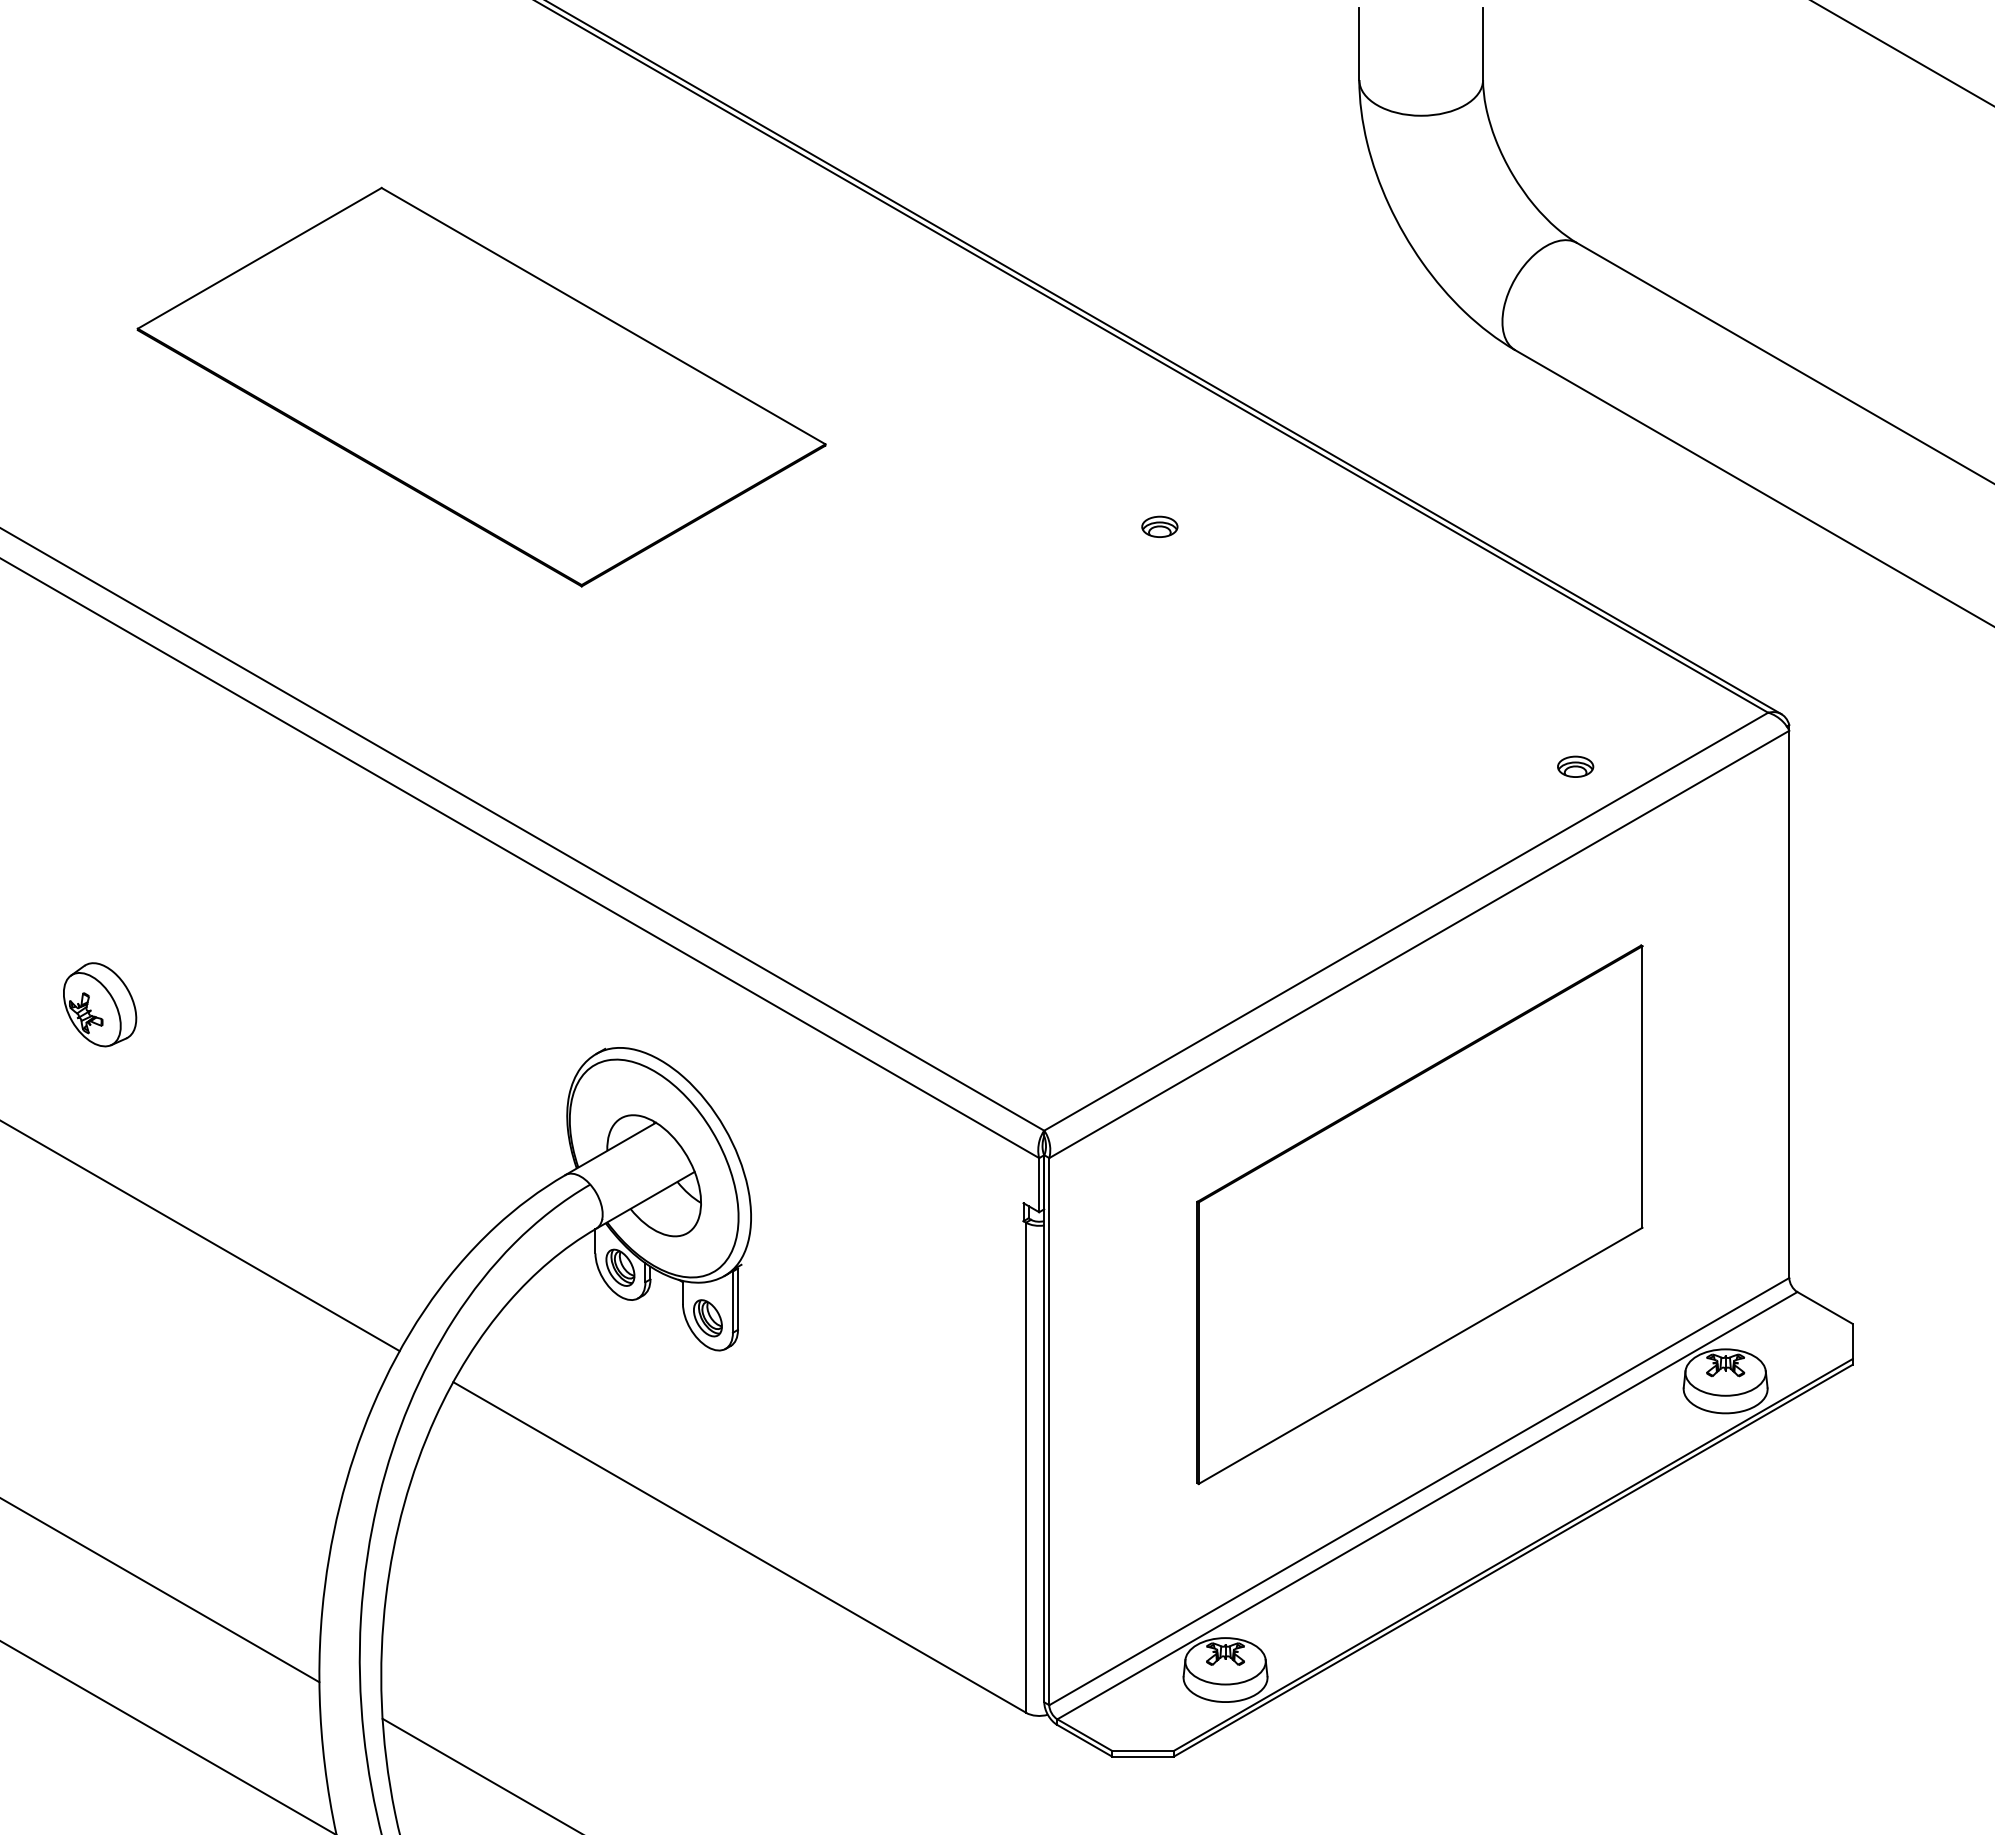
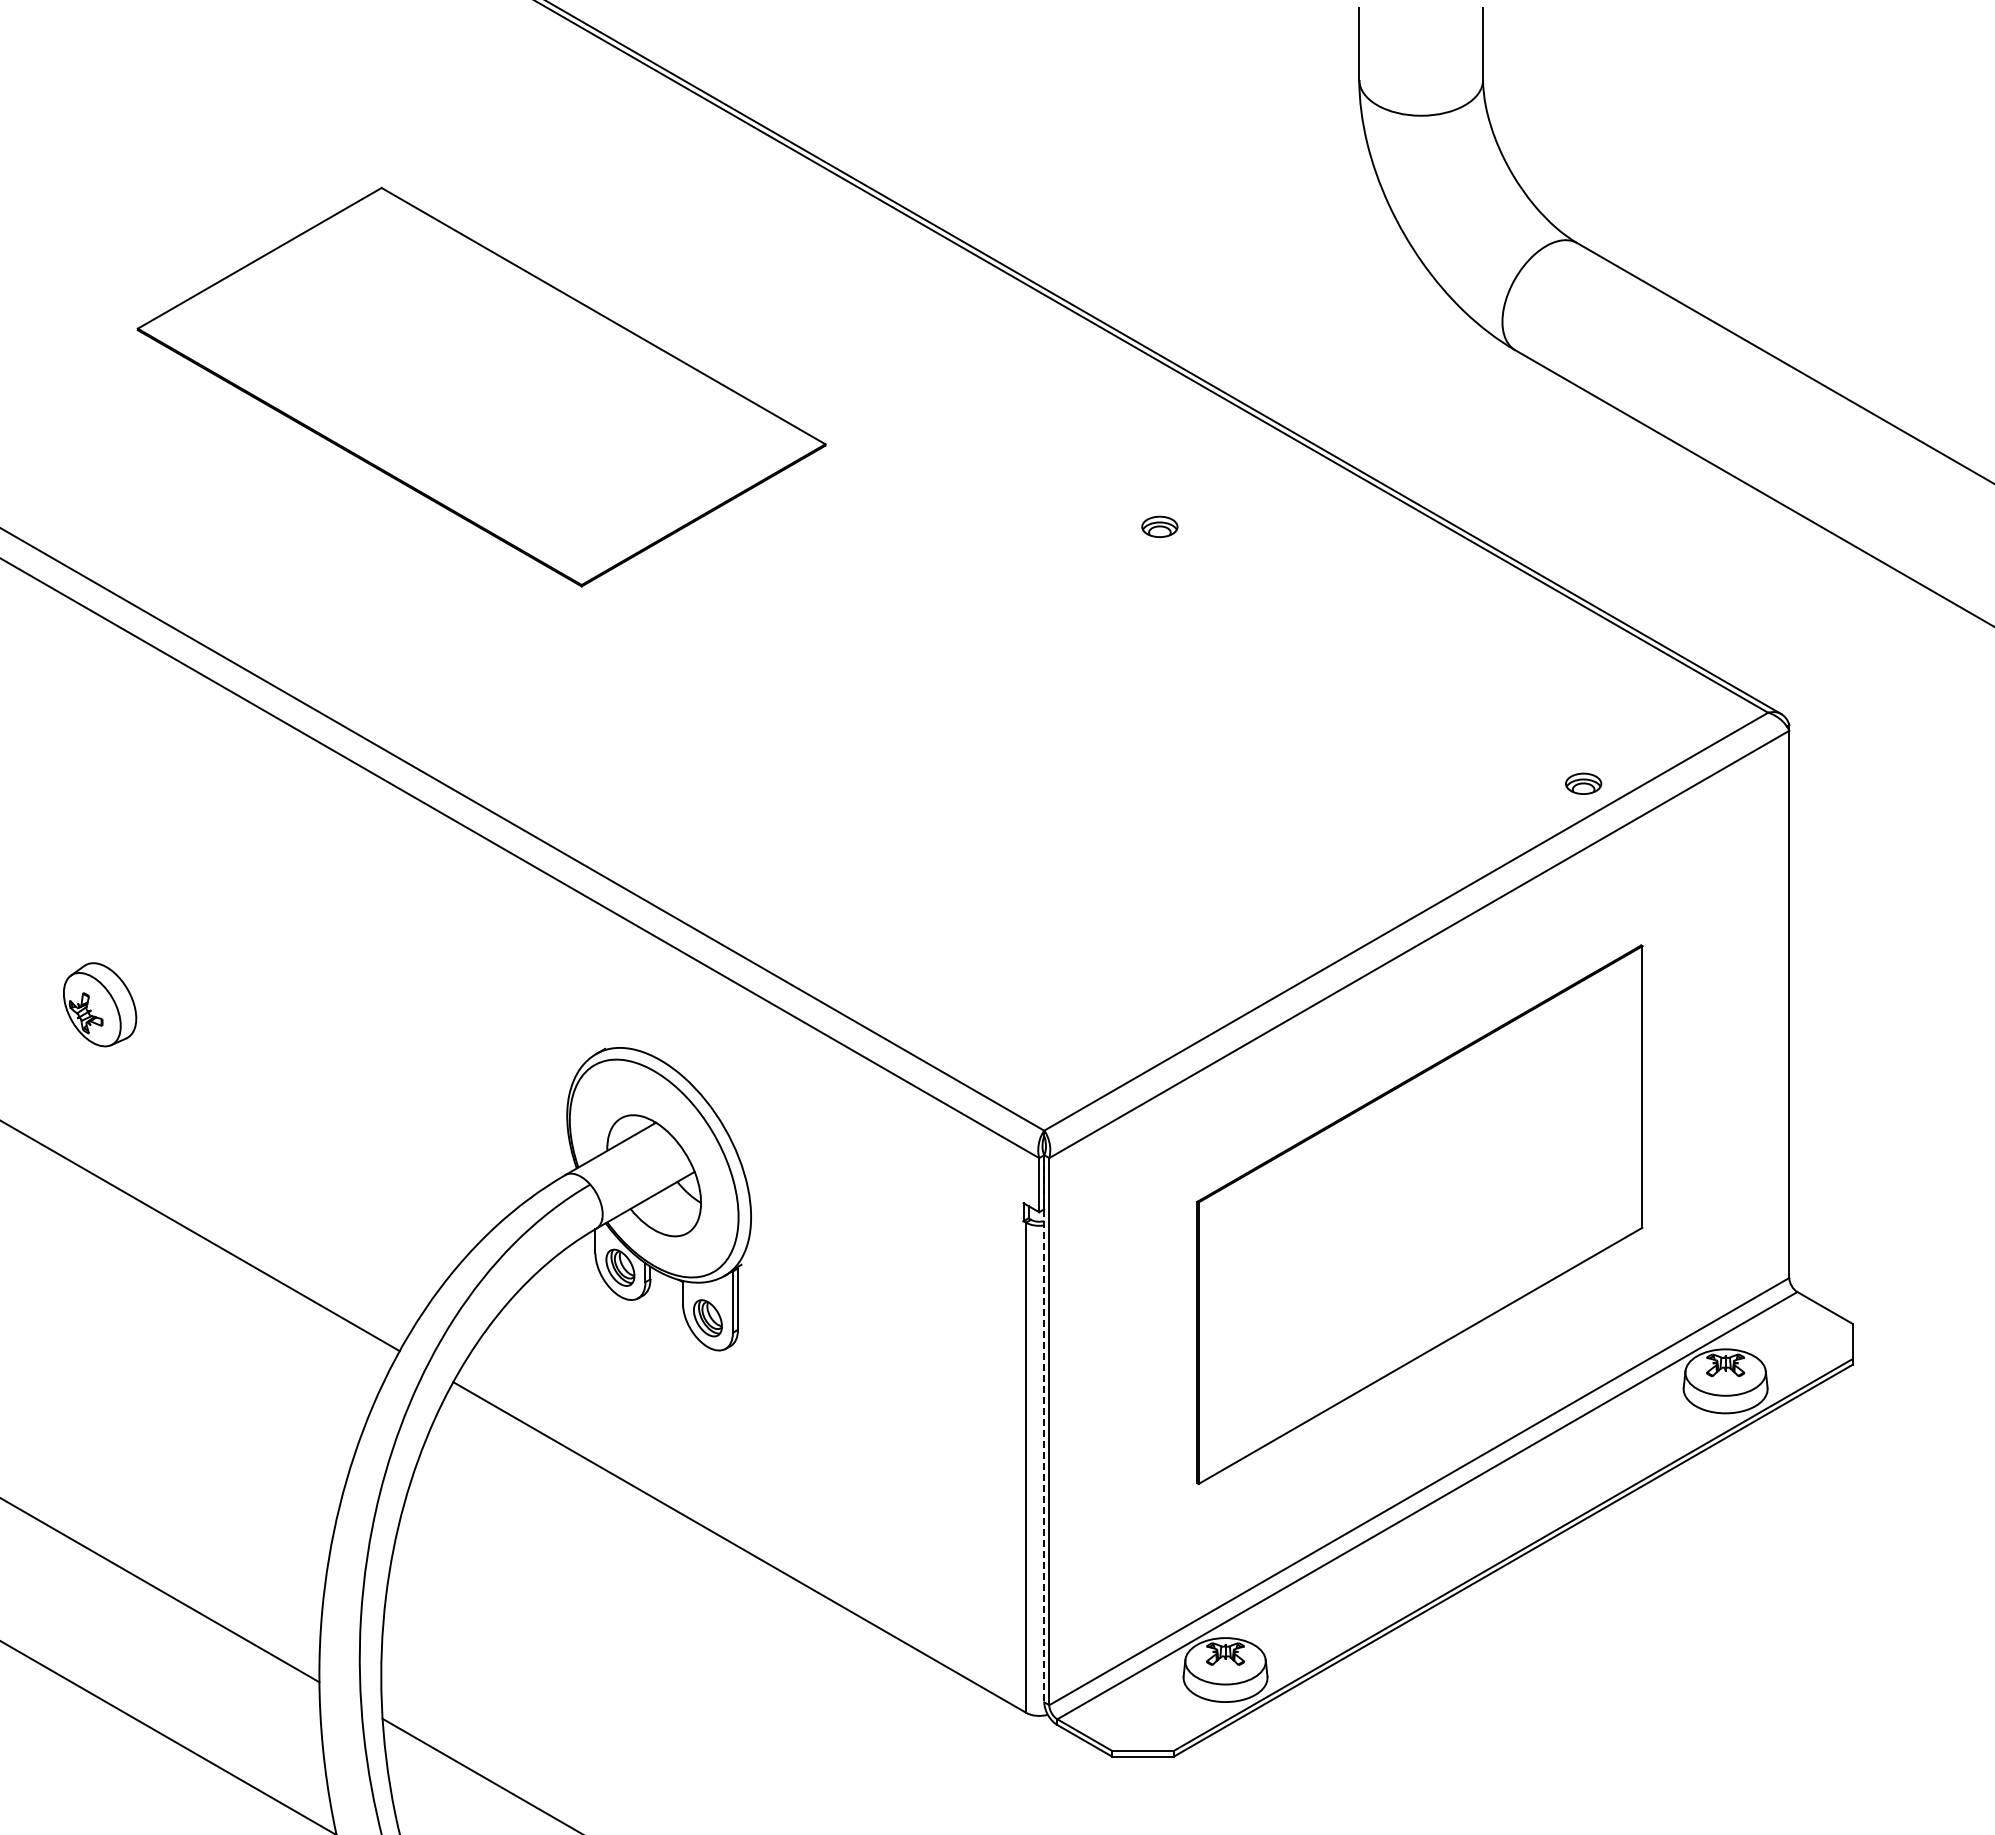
line at (1902, 53): present -> none
part at (1575, 766) position: (1575, 766) -> (1583, 783)
line at (1044, 1428): solid -> dashed
